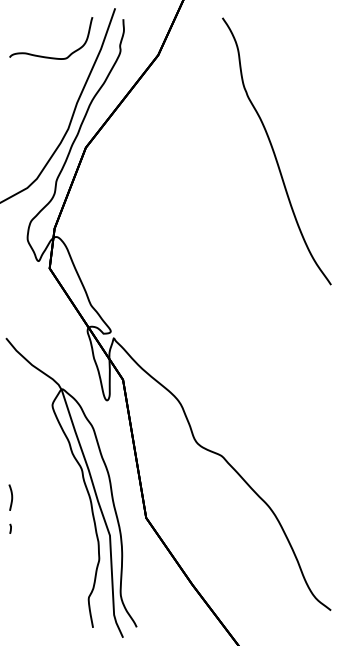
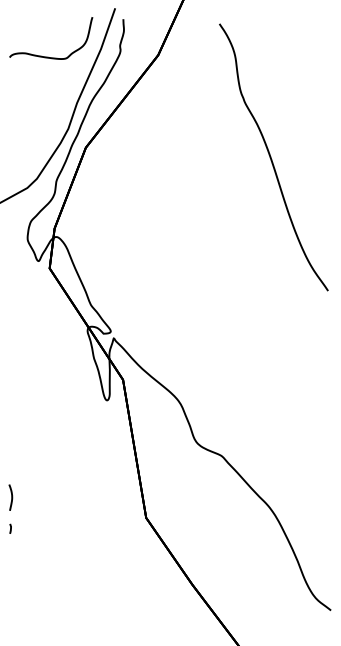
curve at (274, 151) position: (274, 151) -> (271, 157)
part at (83, 482): present -> none
